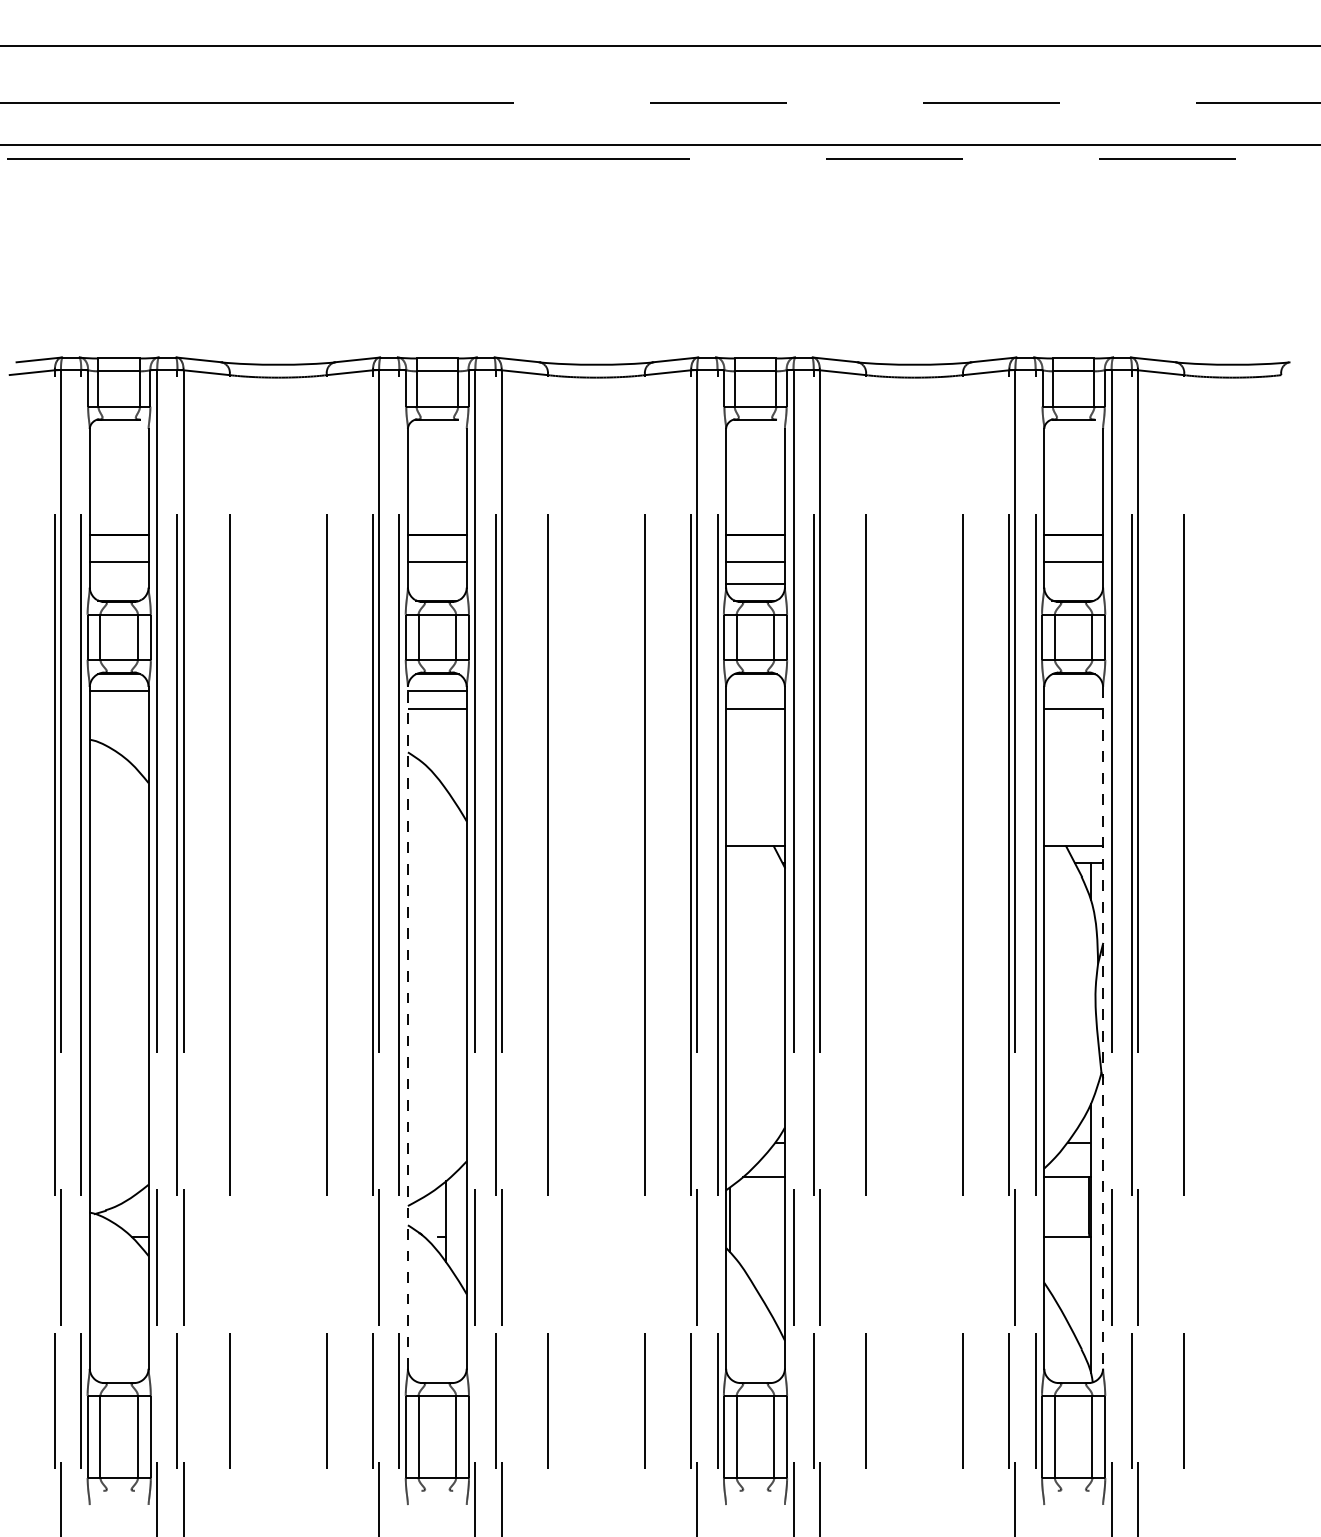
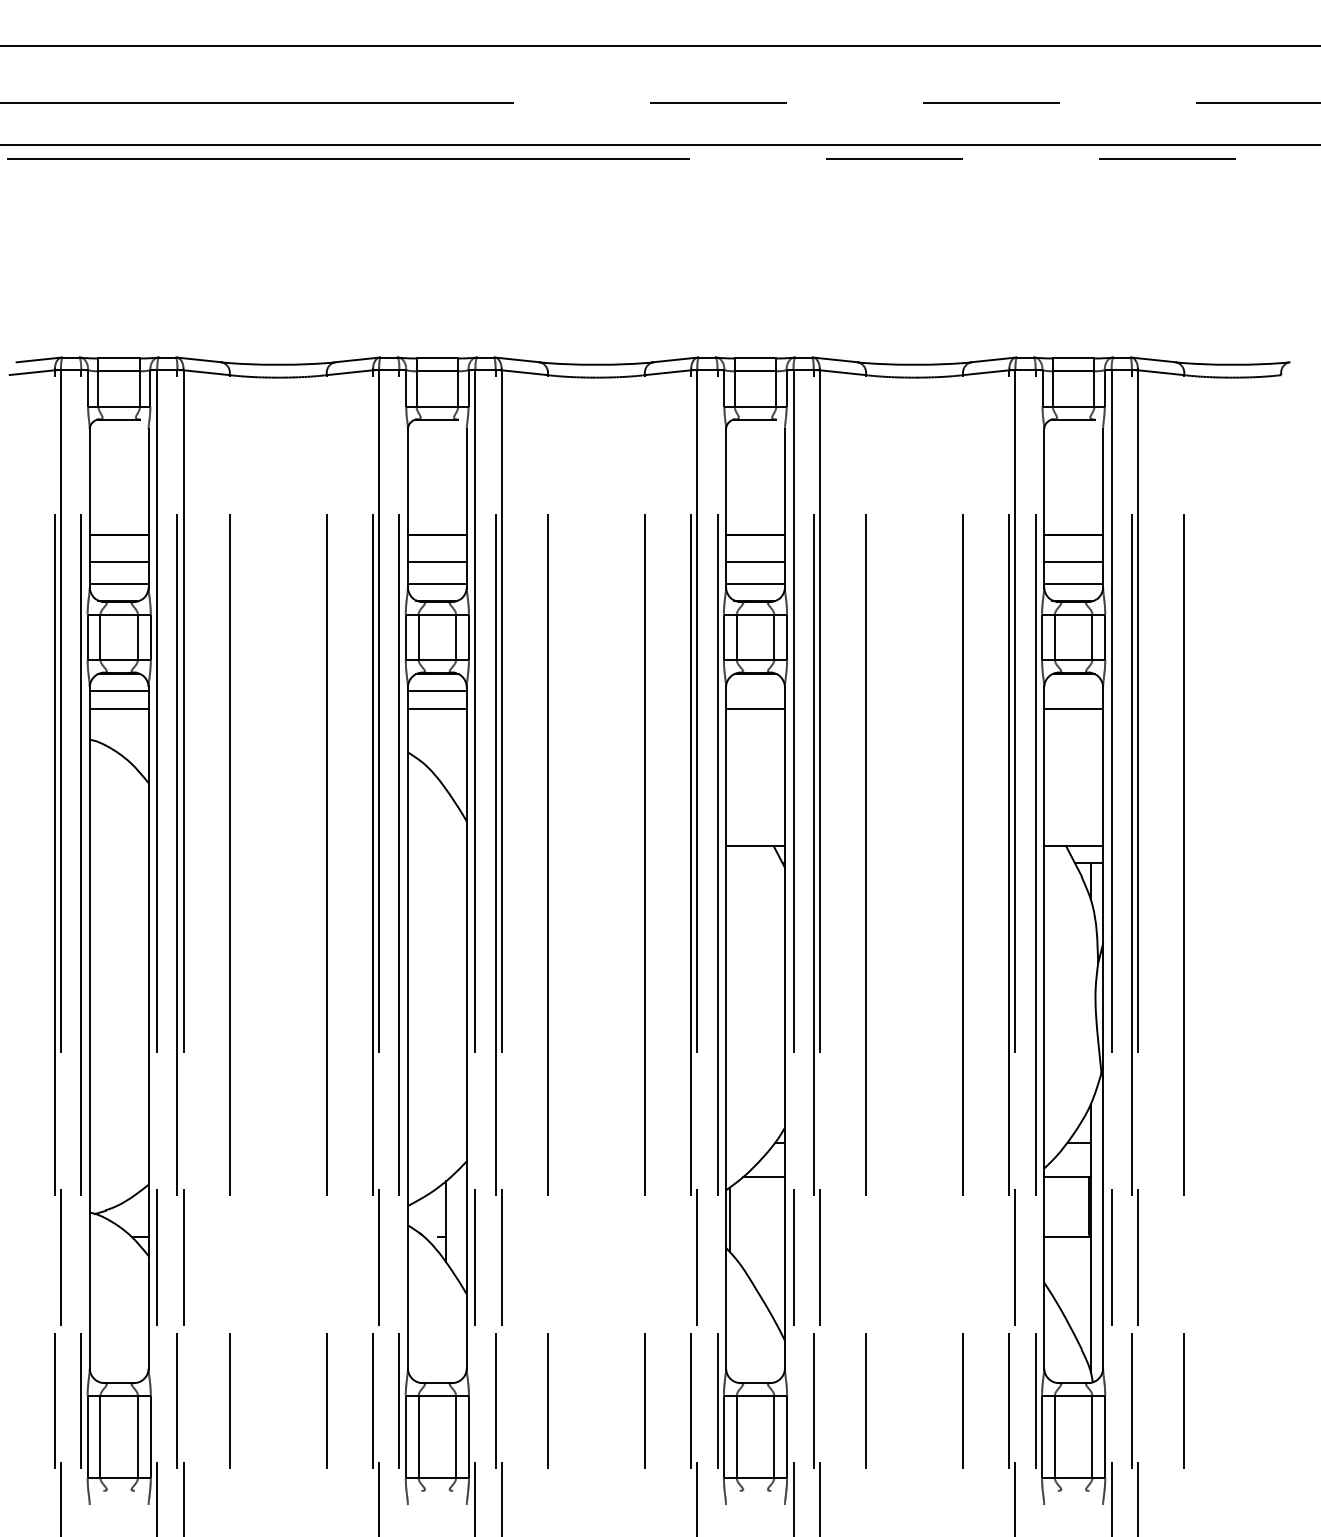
line at (118, 584): none -> present
line at (436, 584): none -> present
line at (1073, 584): none -> present
line at (118, 708): none -> present
line at (407, 1027): dashed -> solid
line at (1103, 1027): dashed -> solid
